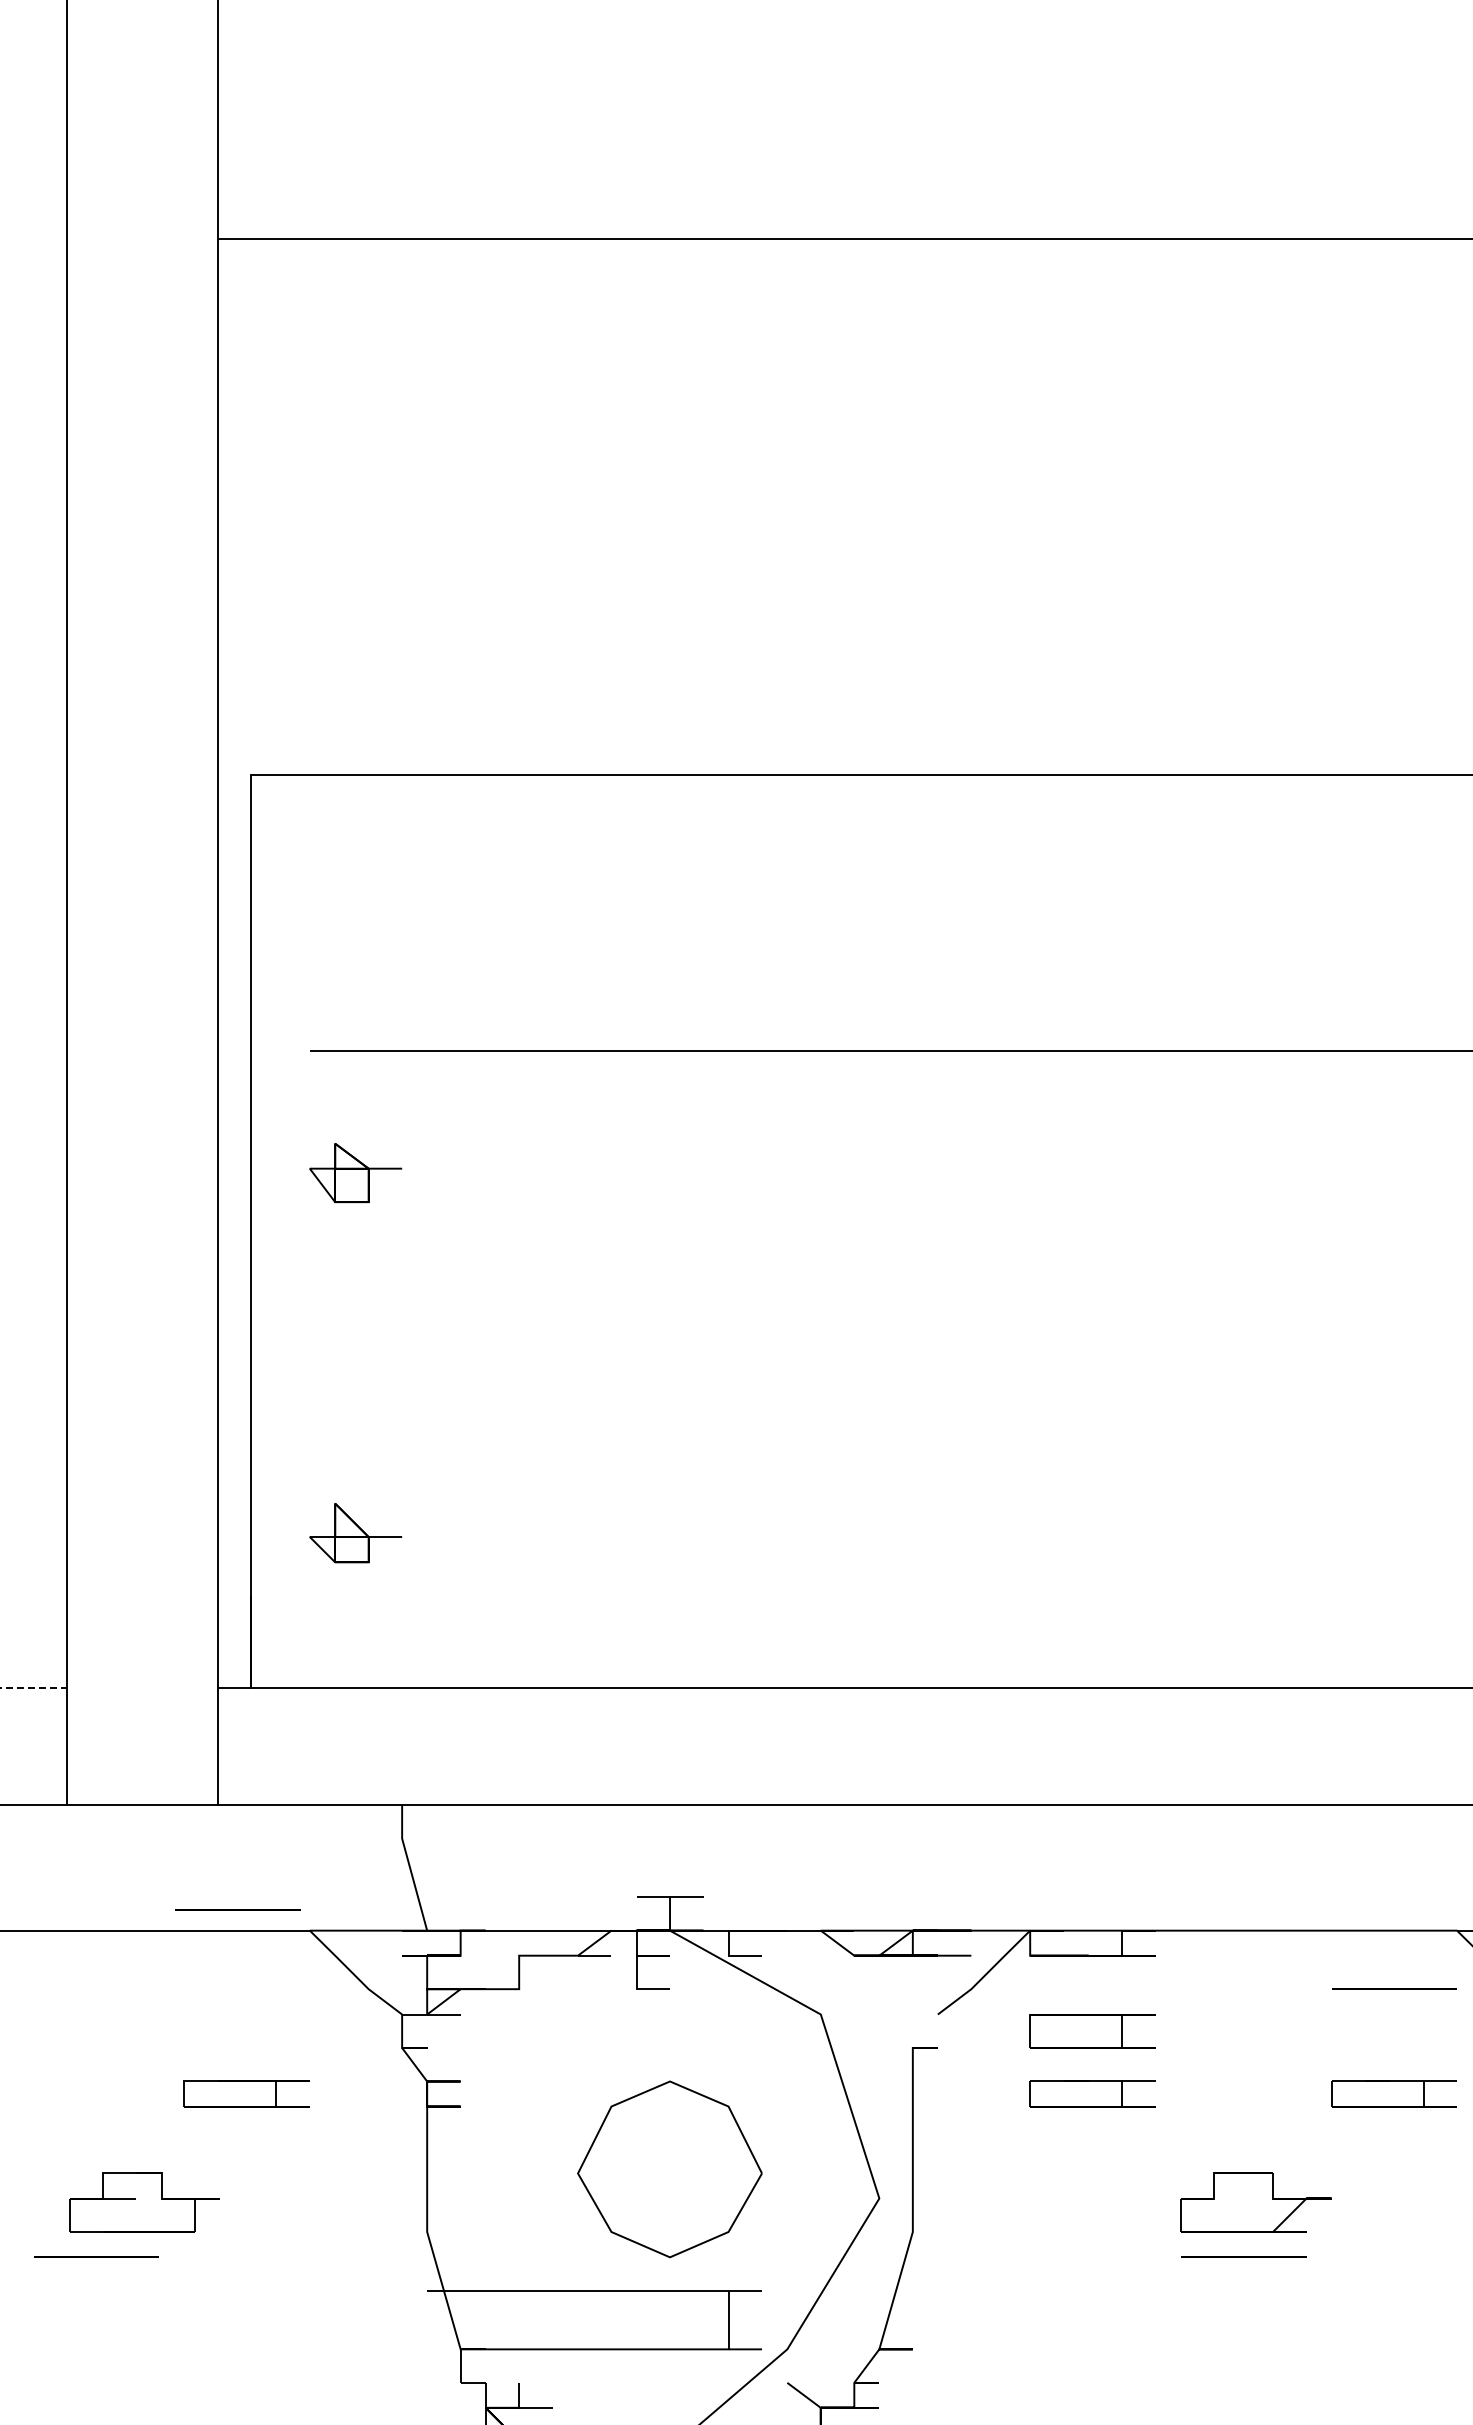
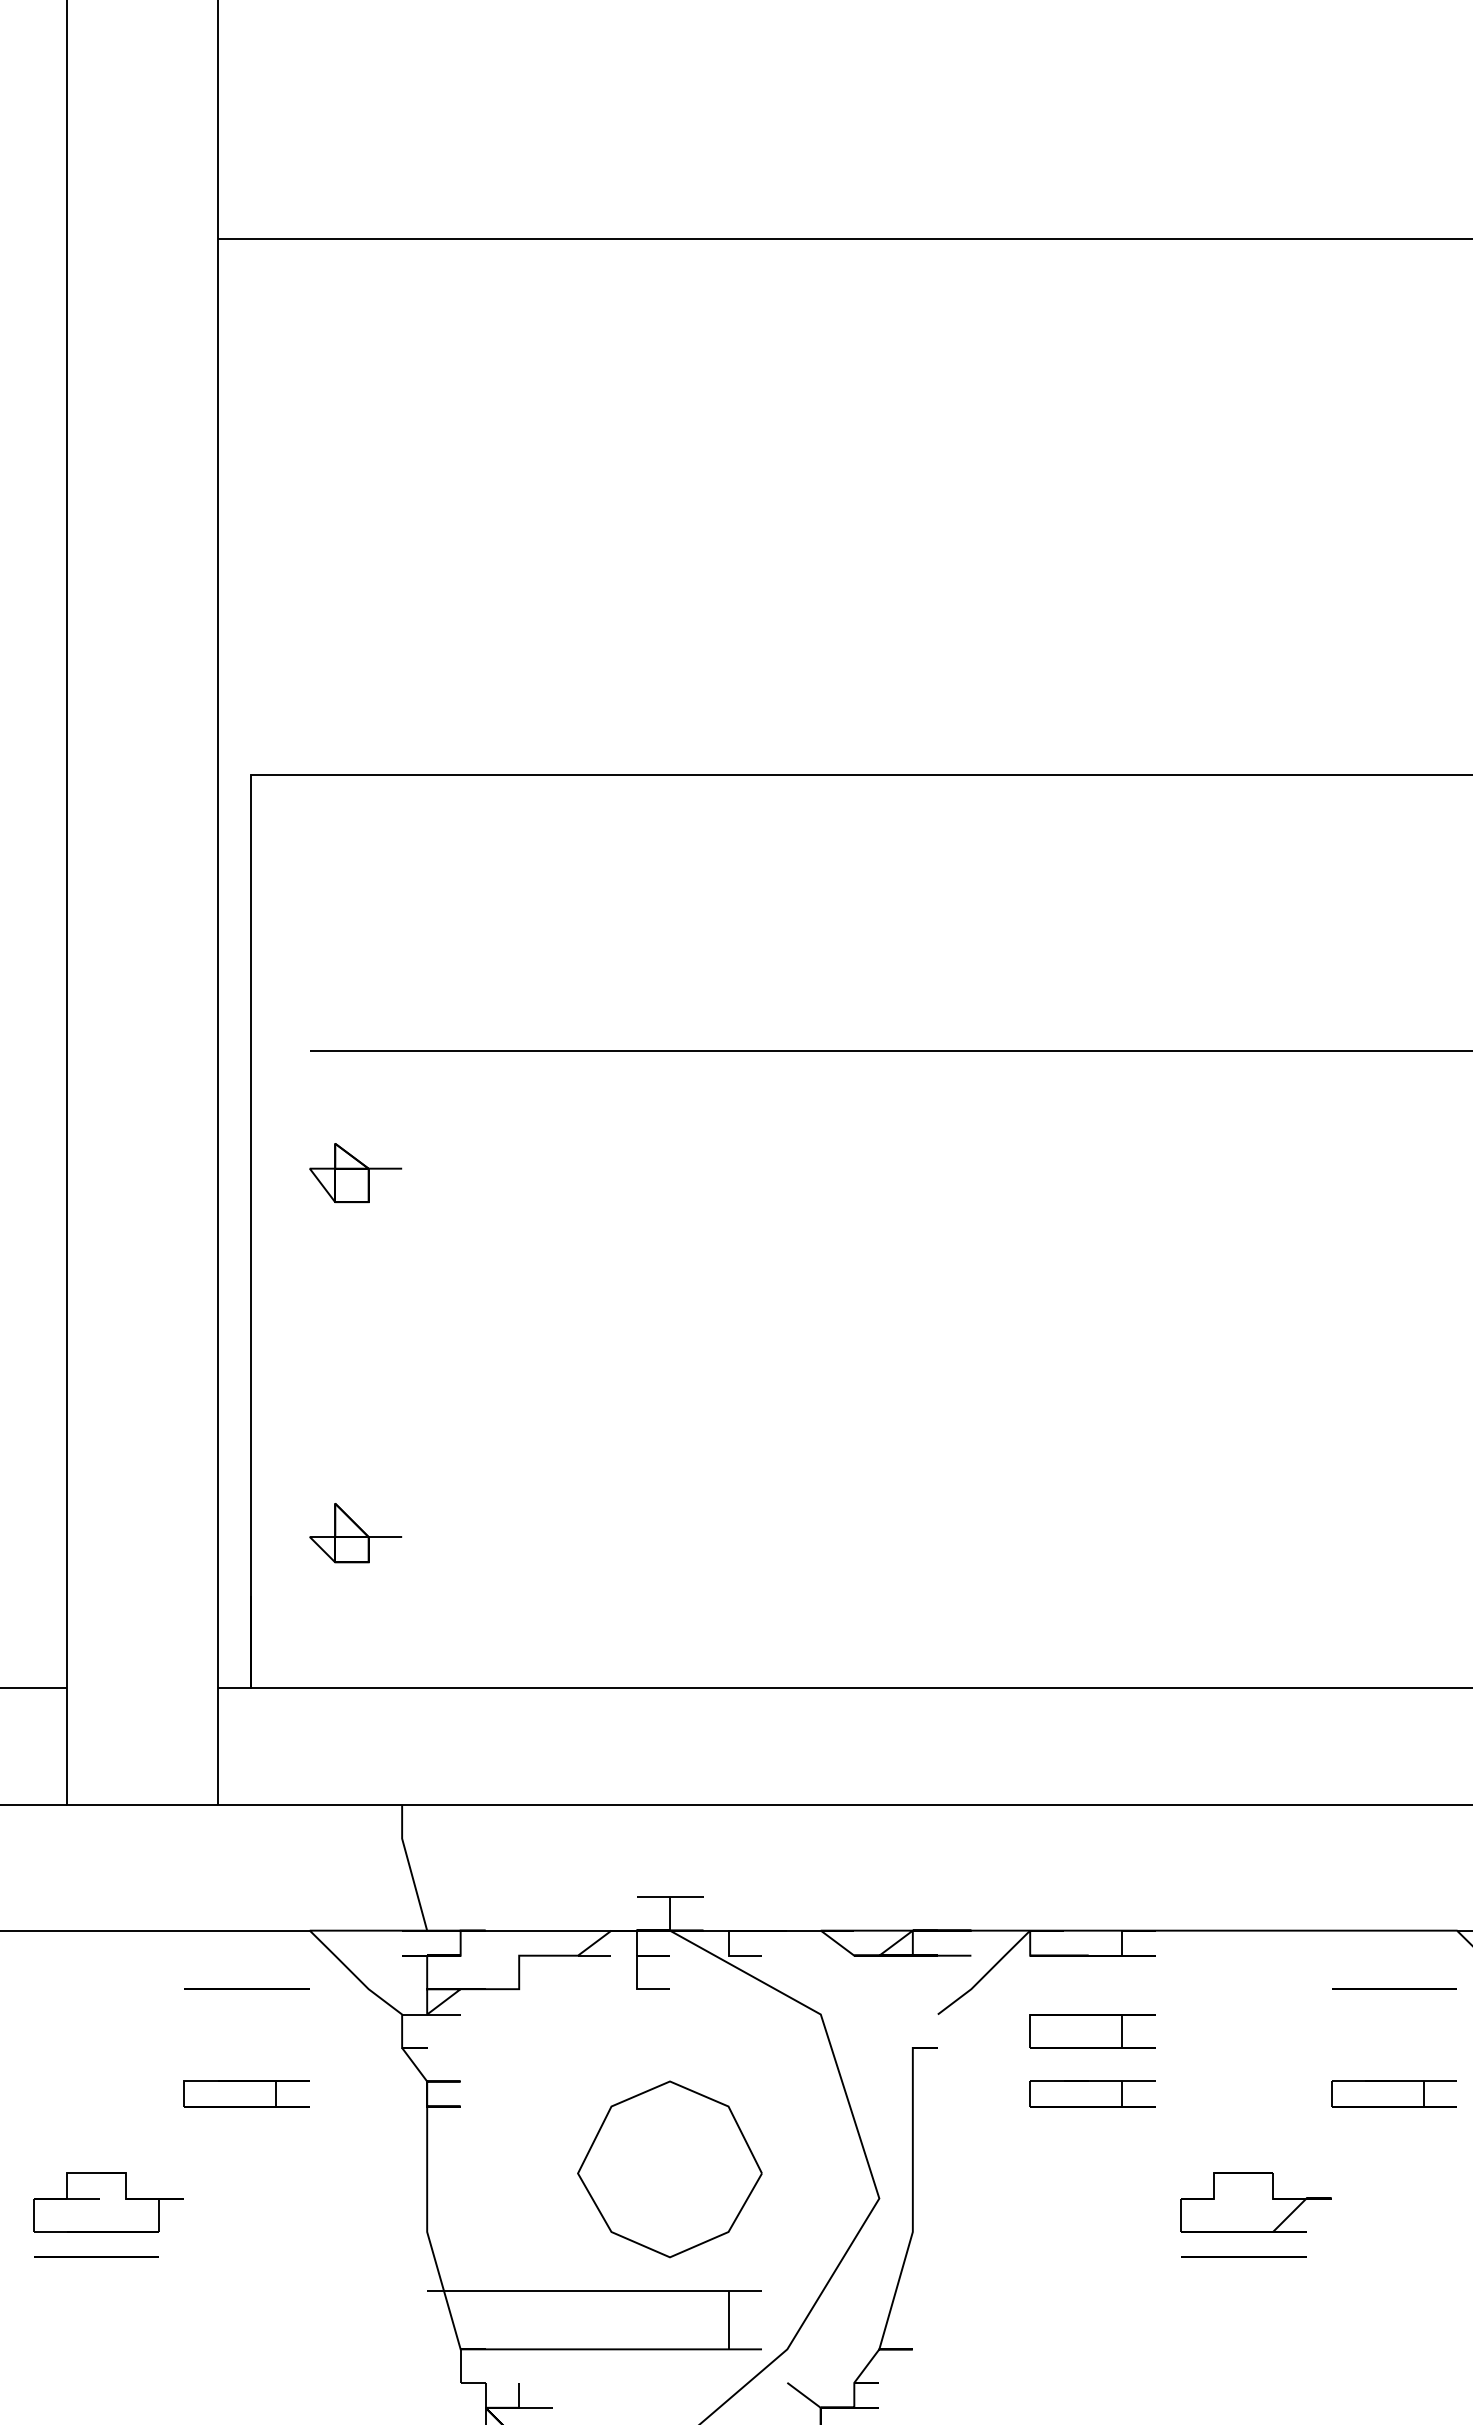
line at (33, 1687): dashed -> solid
line at (237, 1909) position: (237, 1909) -> (246, 1988)
part at (144, 2202) position: (144, 2202) -> (108, 2202)
